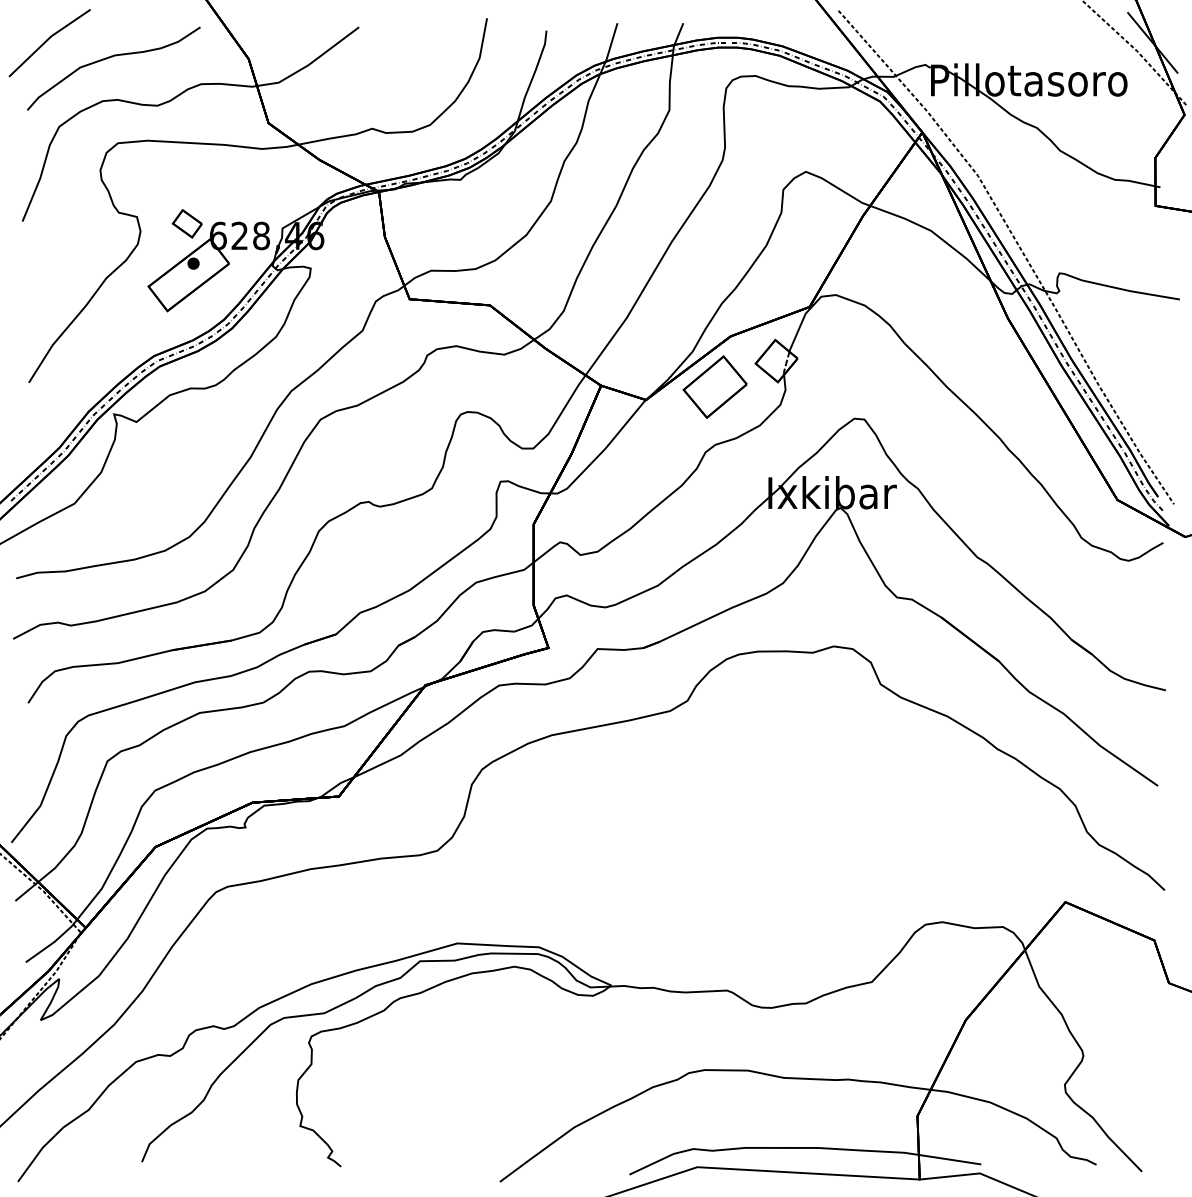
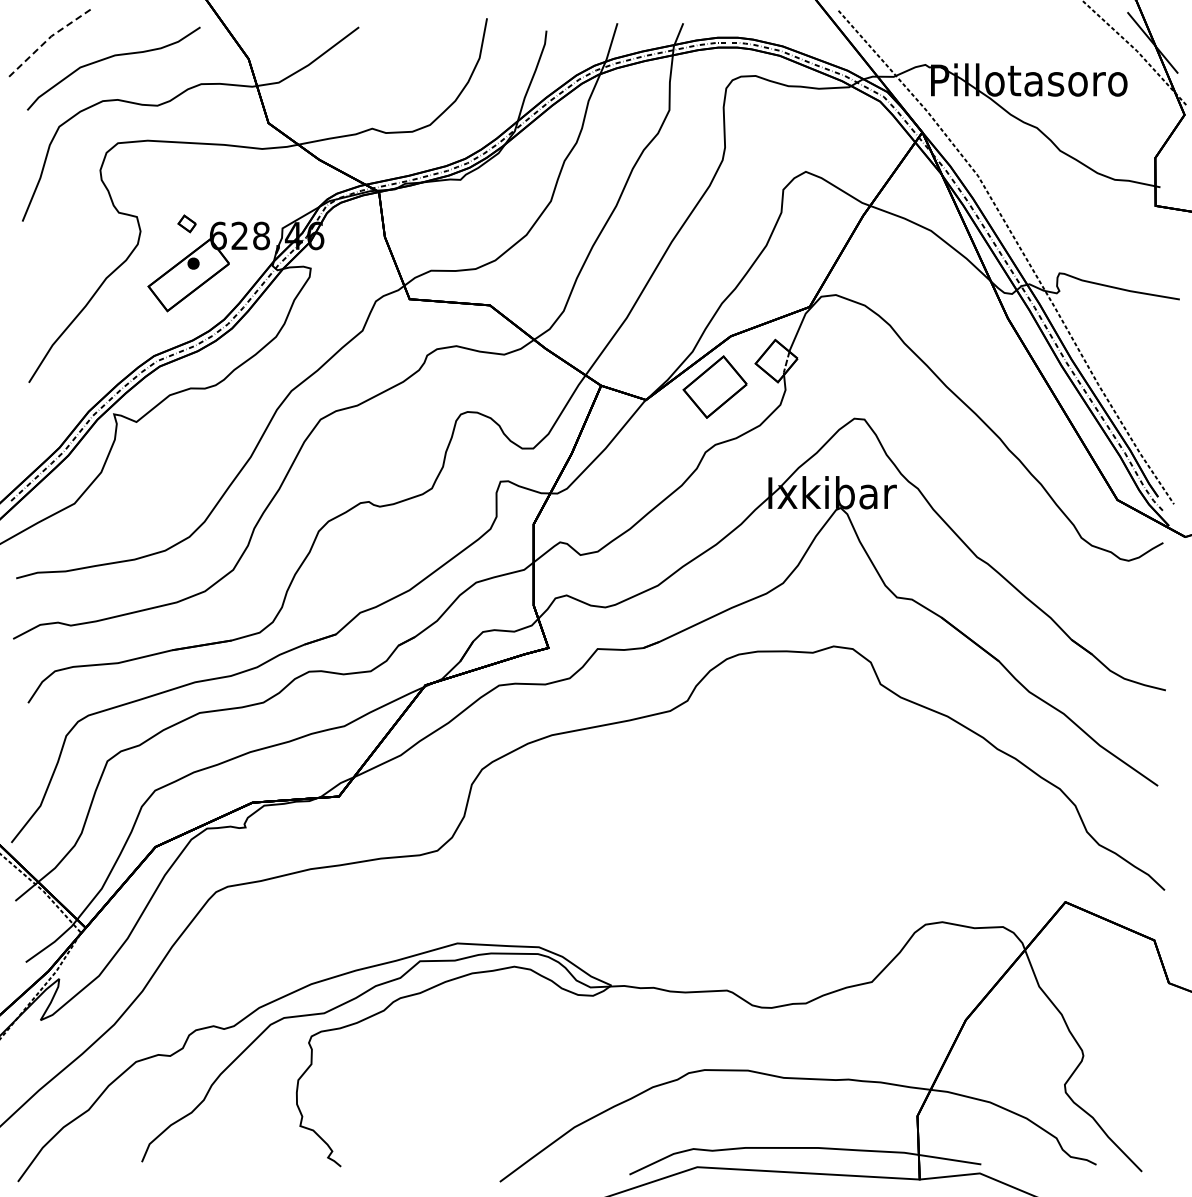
line at (47, 39): solid -> dashed
part at (186, 223) size: 32x30 px -> 20x20 px
